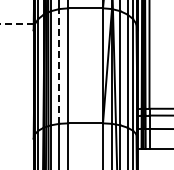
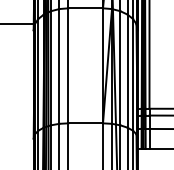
line at (16, 23): dashed -> solid
line at (59, 65): dashed -> solid
